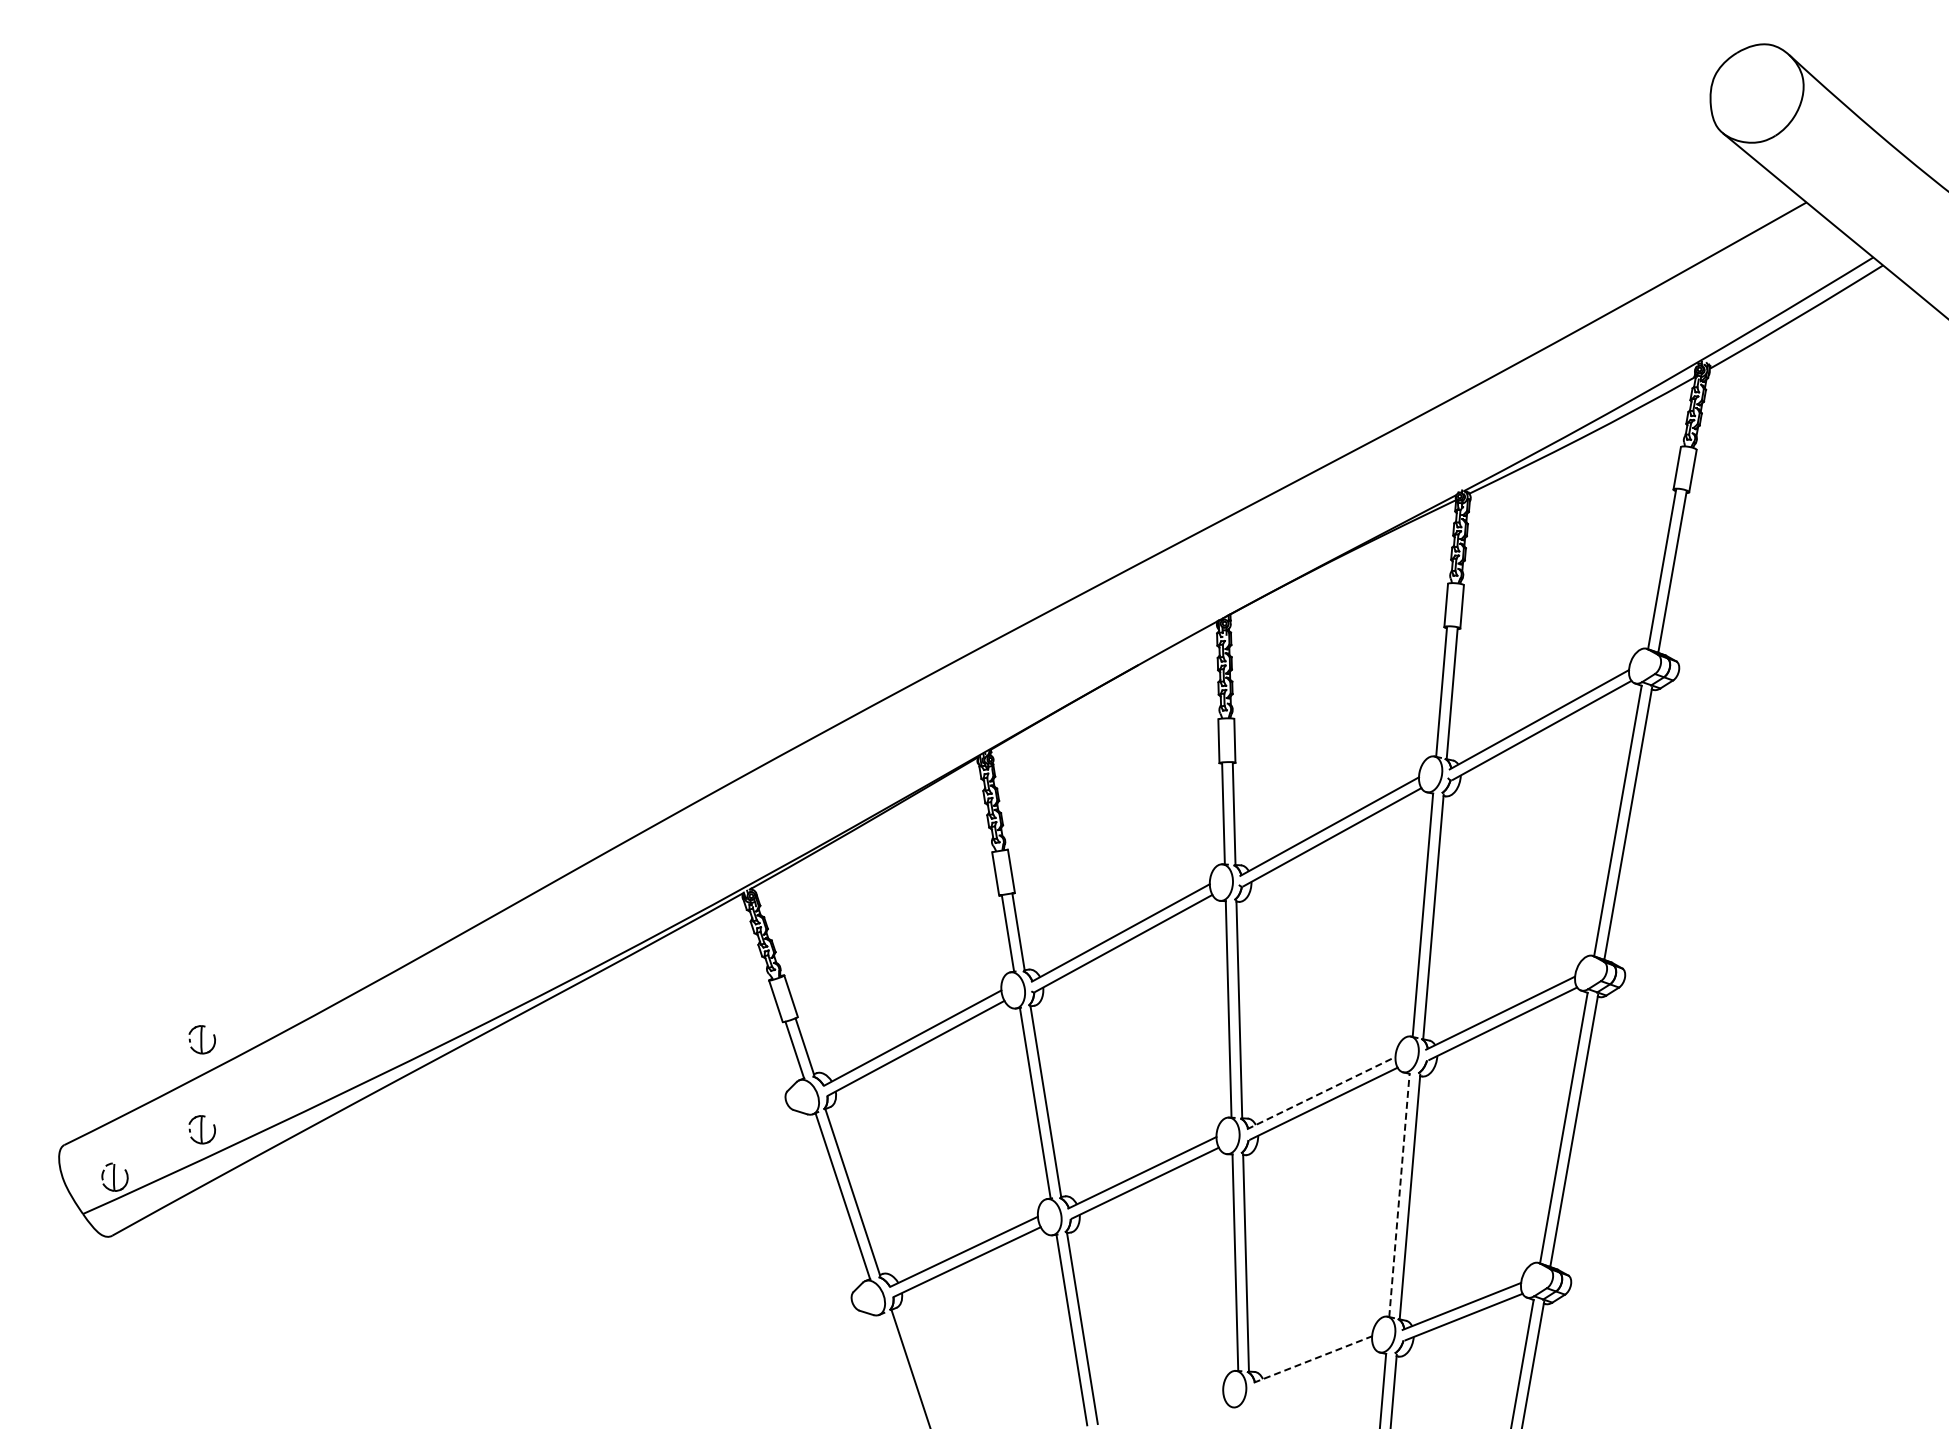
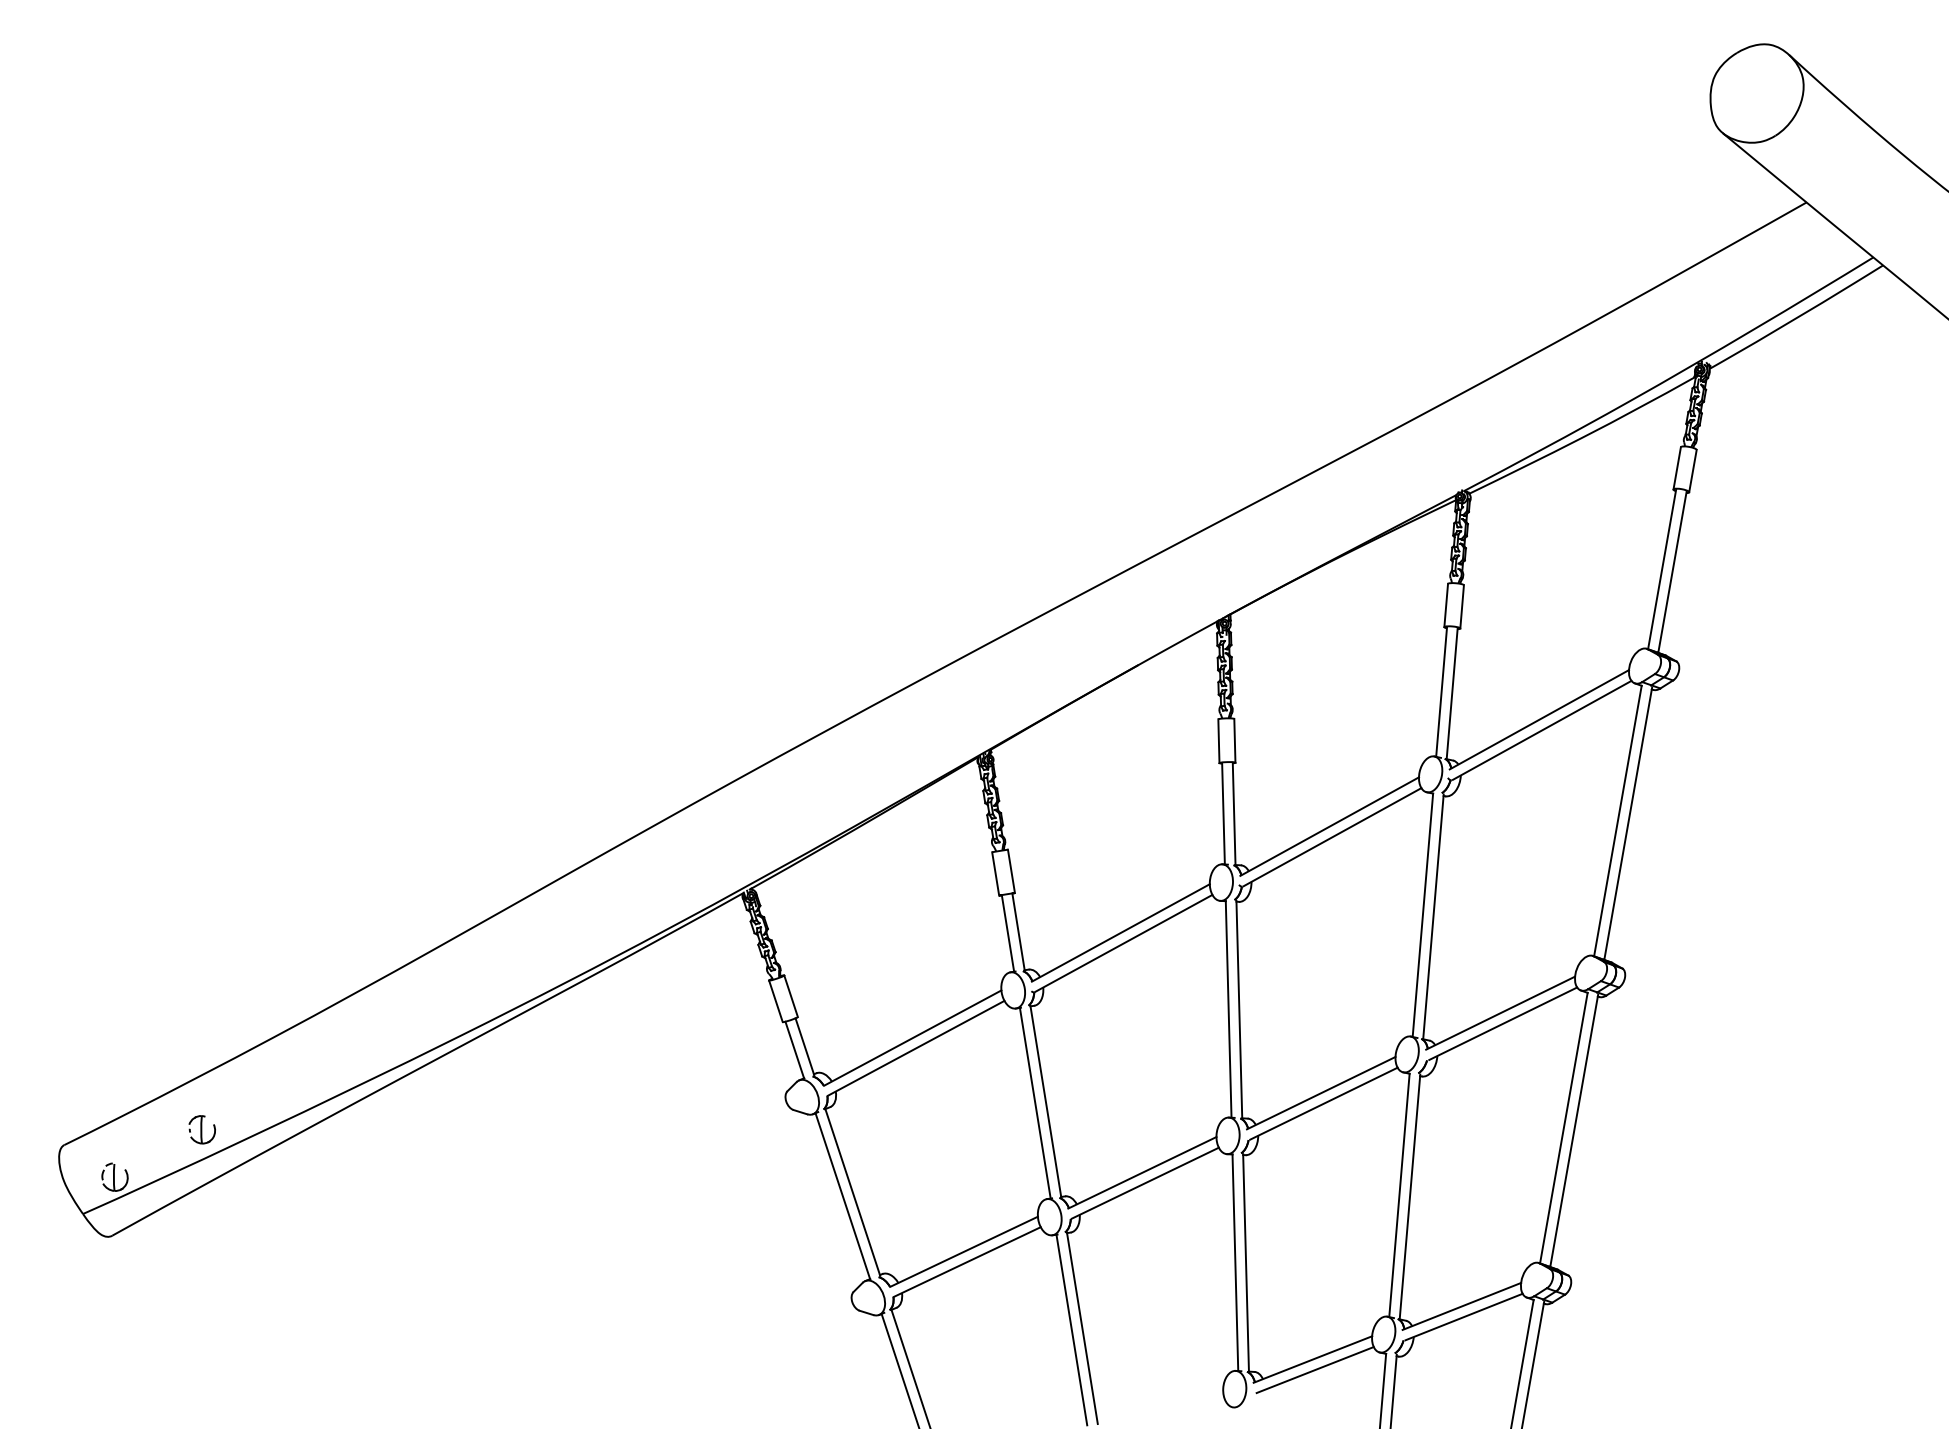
part at (201, 1039): present -> none
line at (1321, 1093): dashed -> solid
line at (1399, 1194): dashed -> solid
line at (1312, 1359): dashed -> solid
line at (899, 1369): none -> present
line at (1314, 1370): none -> present
